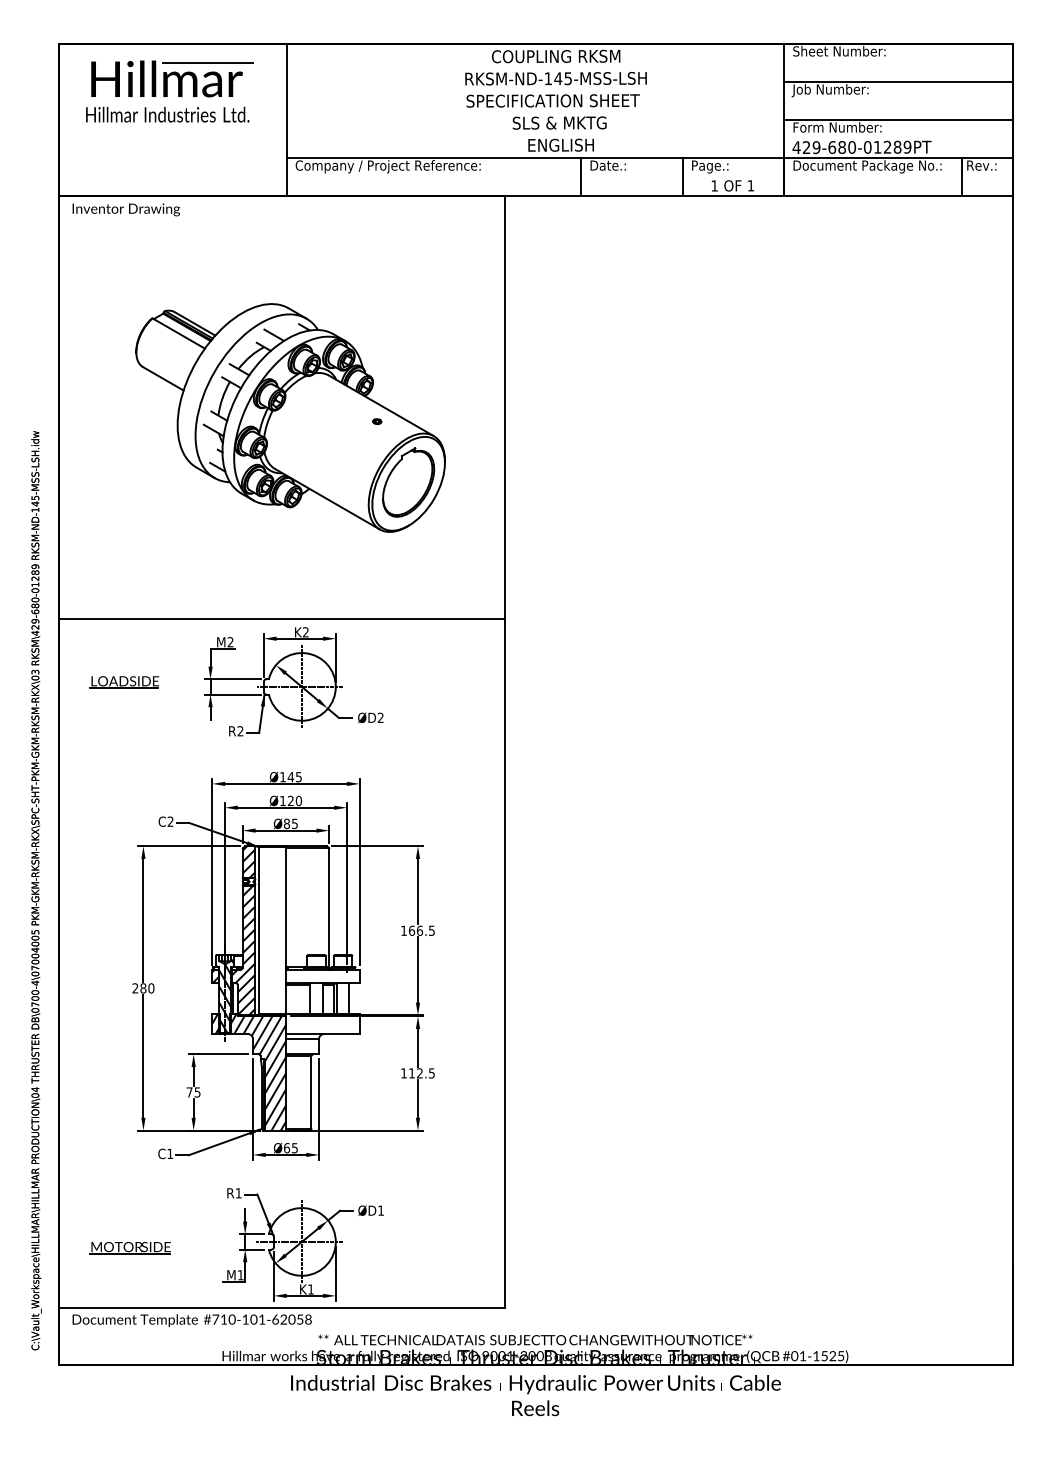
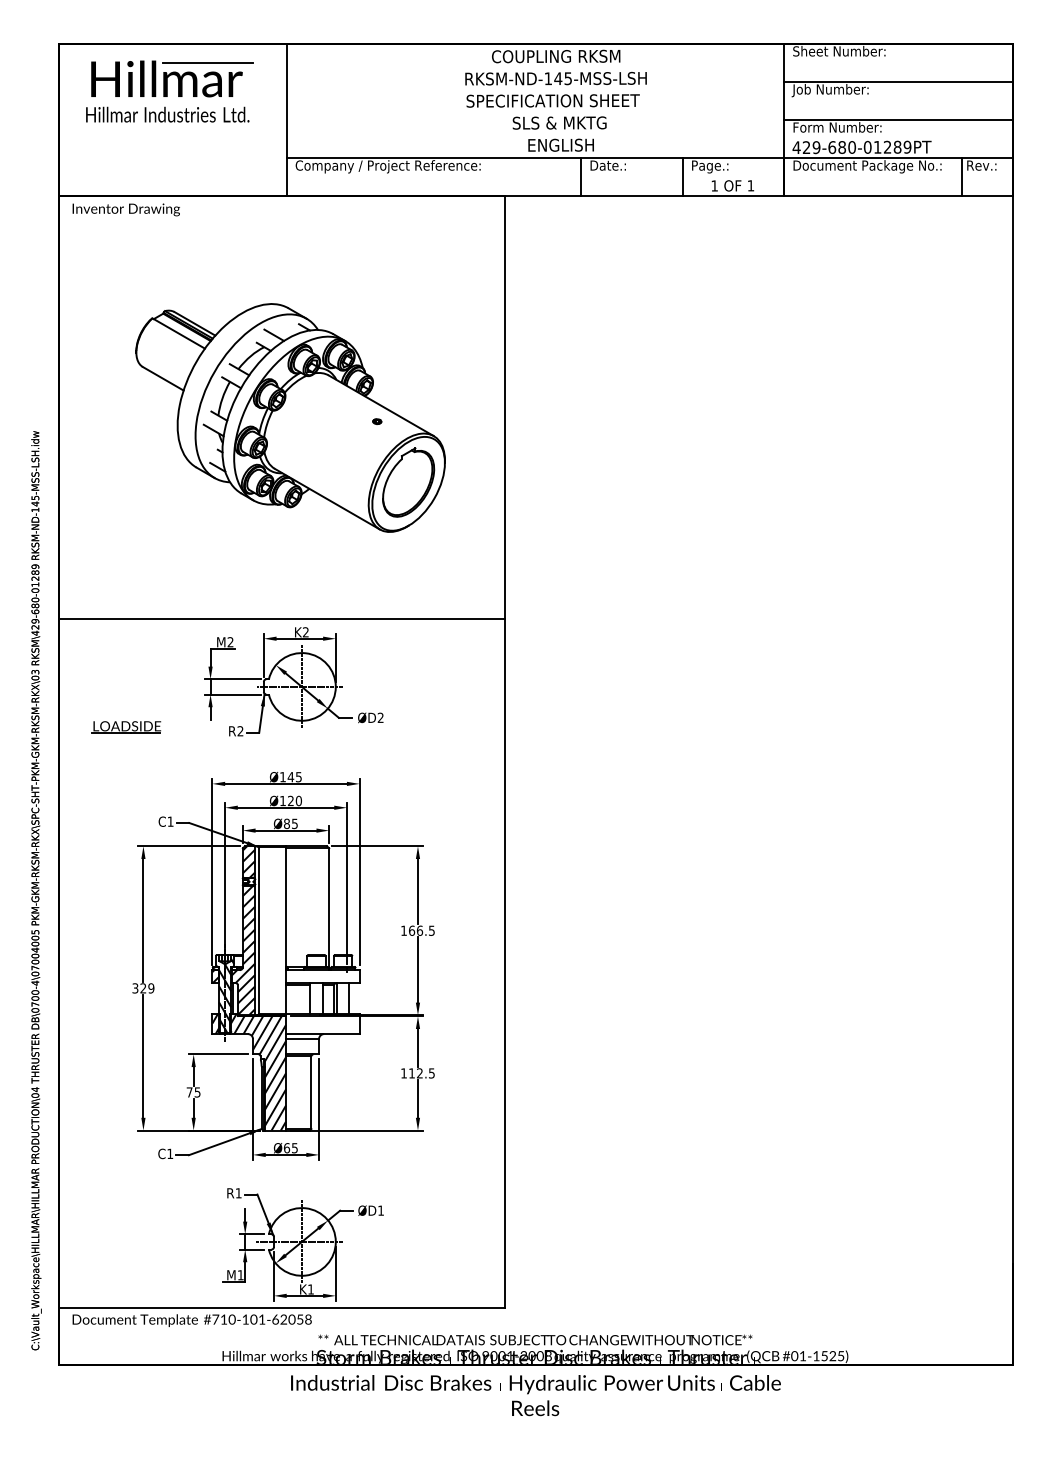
part at (124, 682) position: (124, 682) -> (126, 727)
text at (170, 821): C2 -> C1
text at (143, 988): 280 -> 329
part at (129, 1248): present -> none
